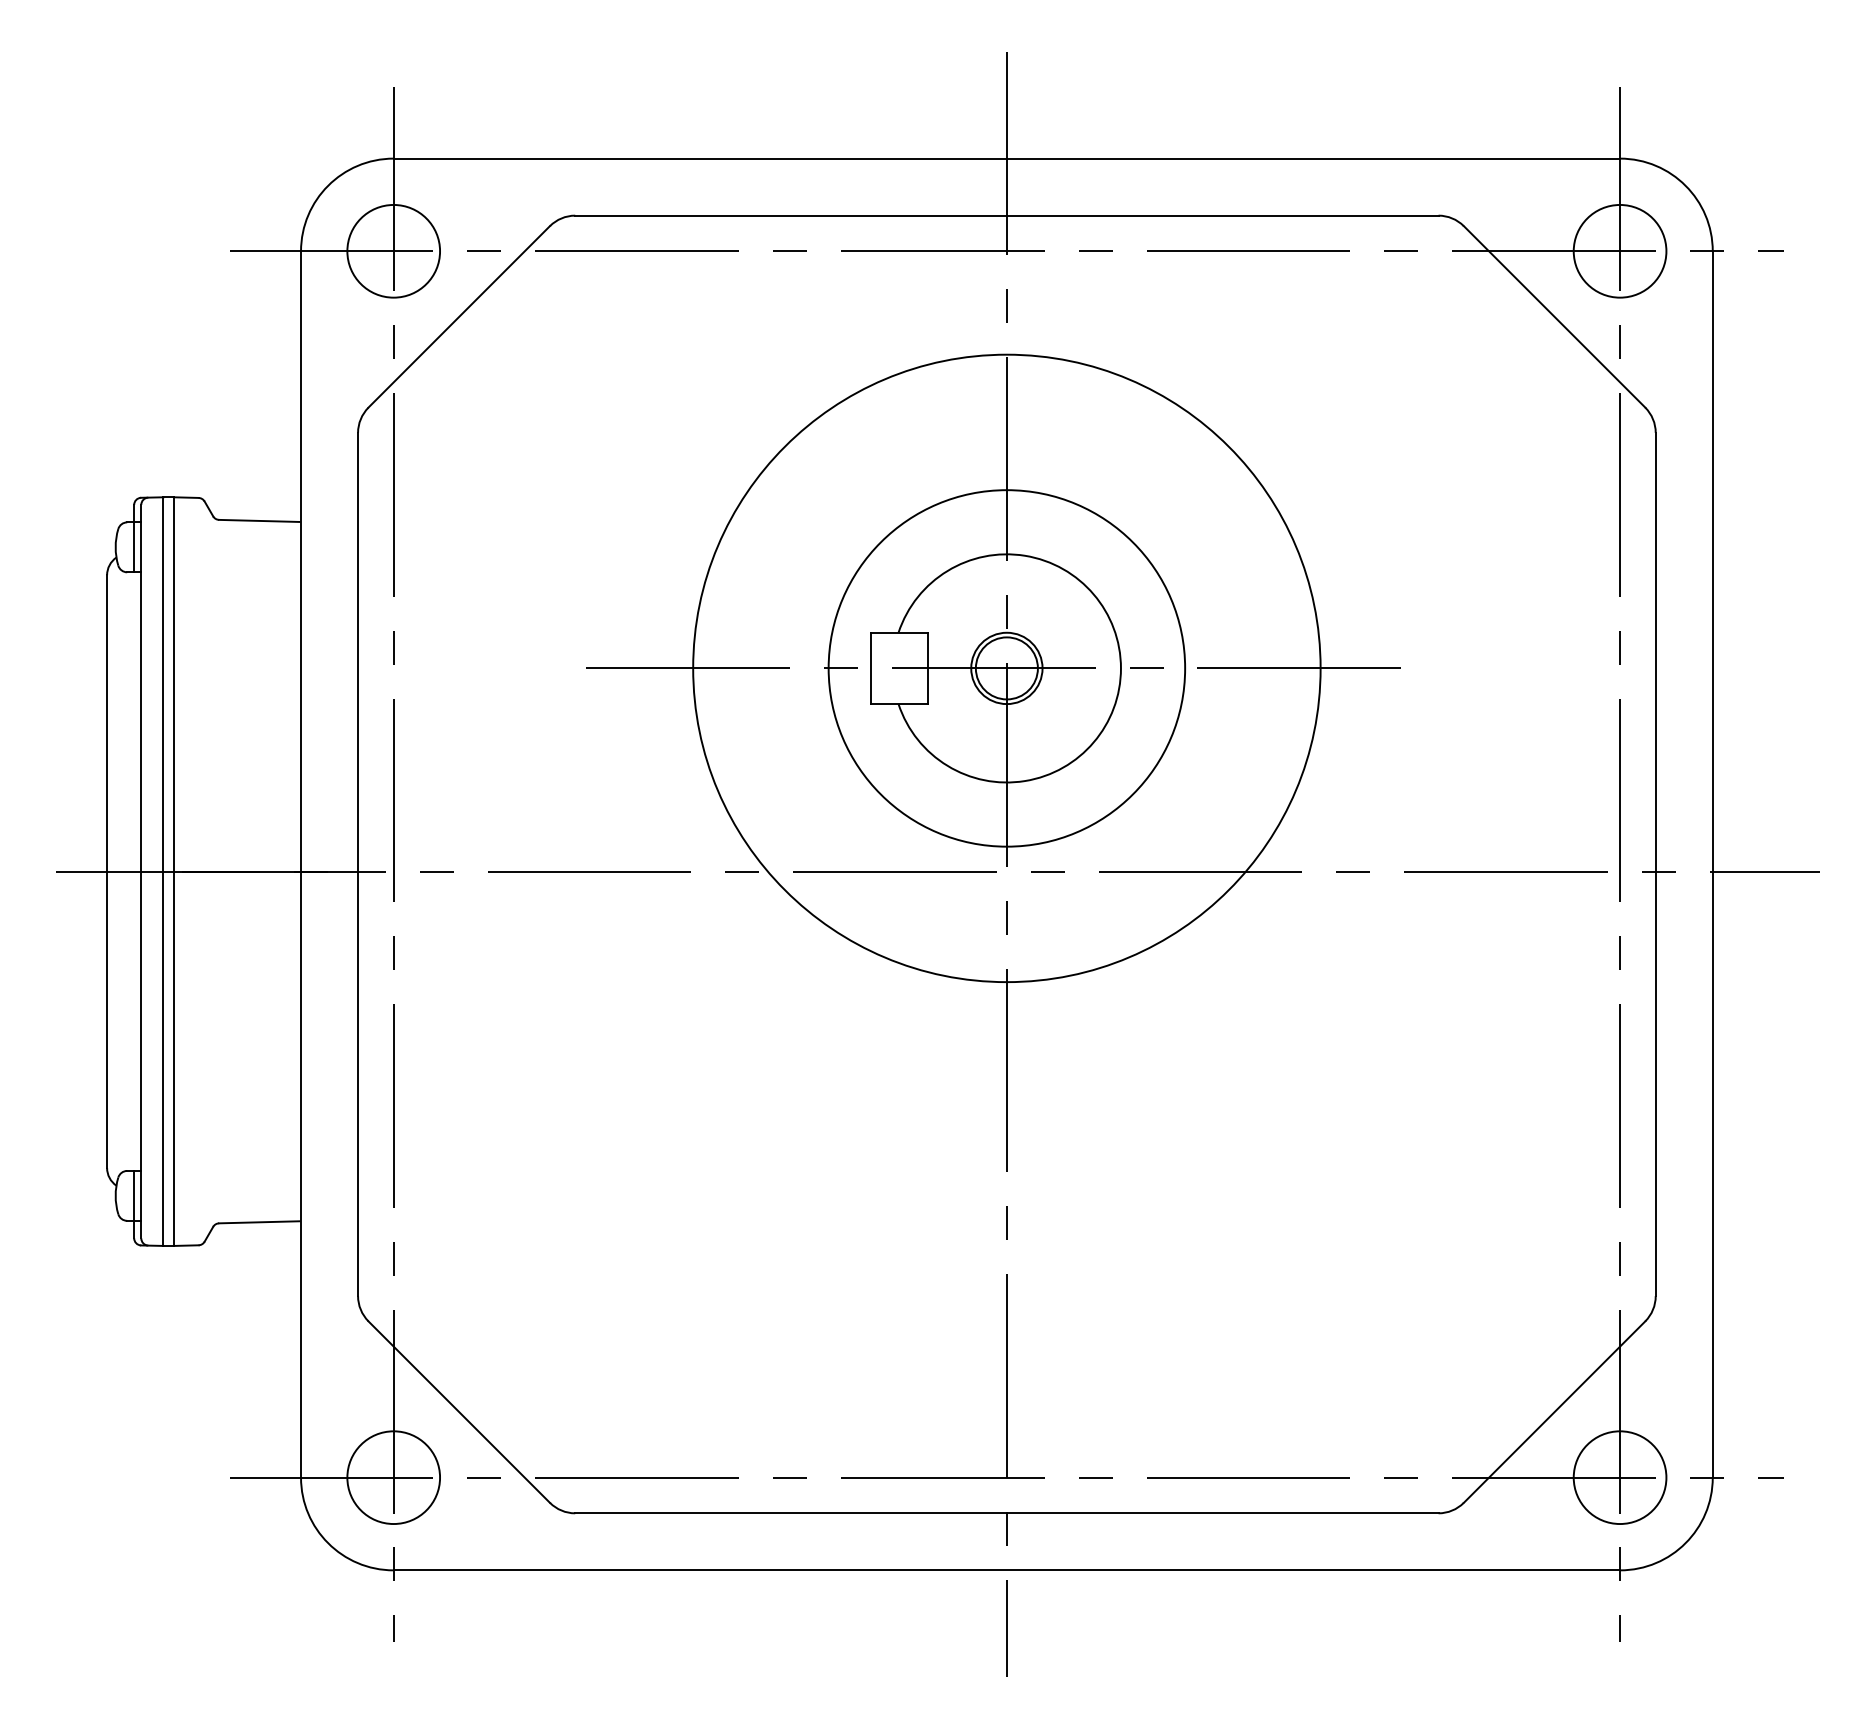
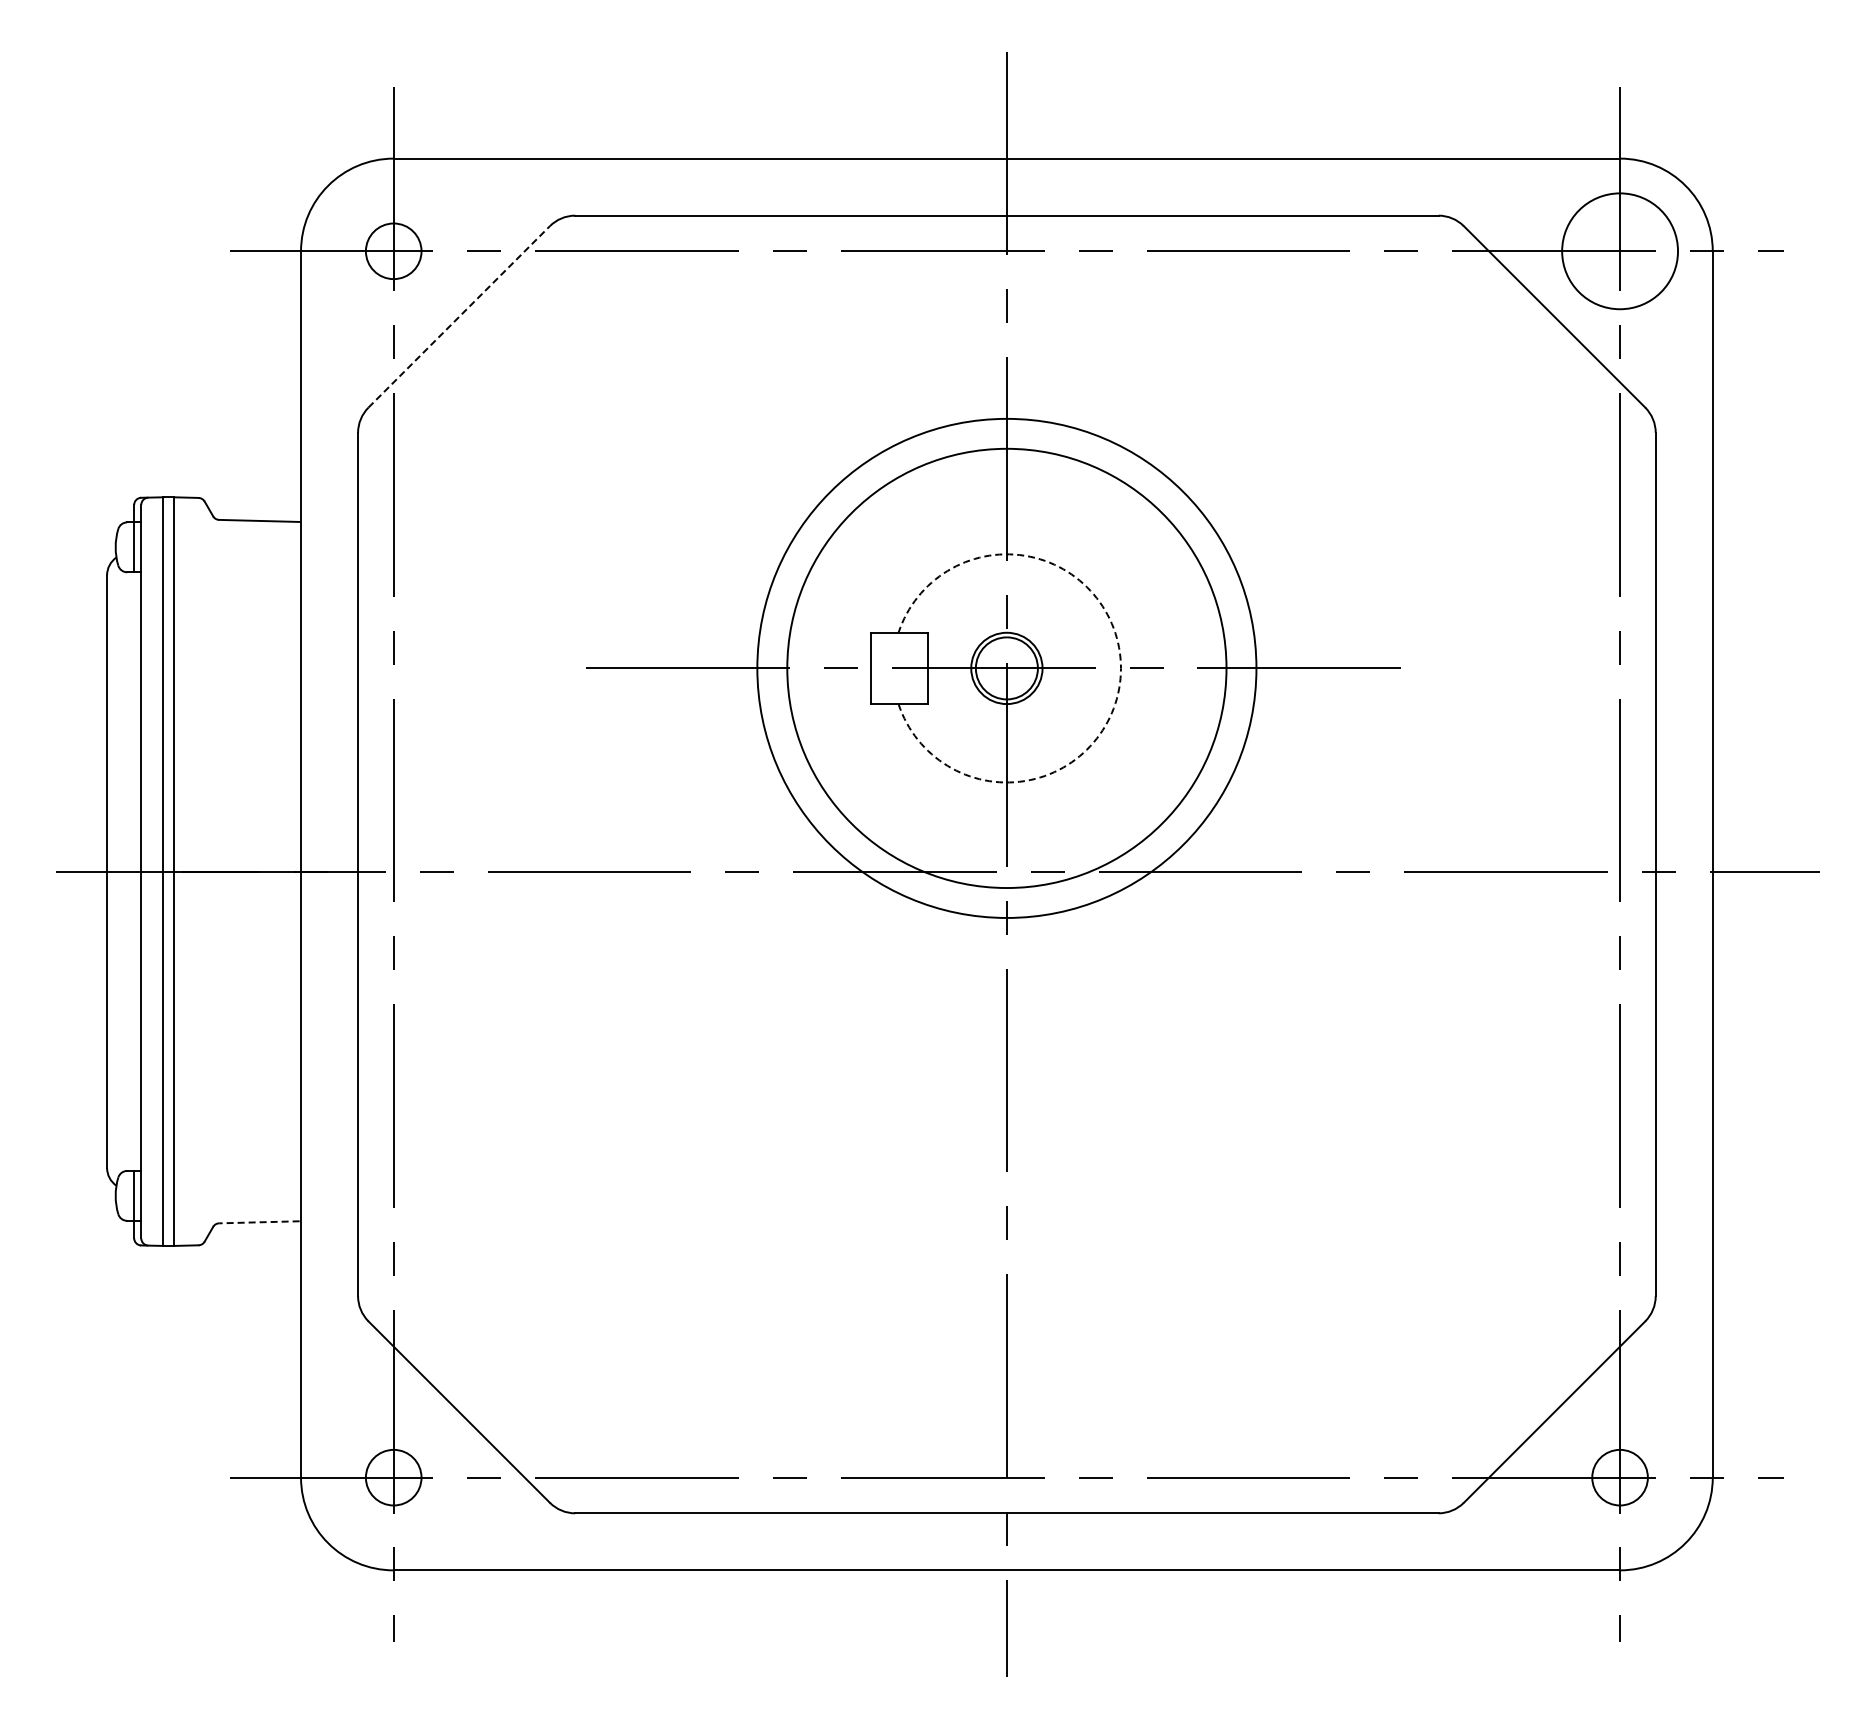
circle at (393, 250) diameter: 93 px -> 56 px
circle at (1619, 250) diameter: 93 px -> 116 px
line at (459, 316): solid -> dashed
circle at (1006, 668) diameter: 356 px -> 499 px
circle at (1006, 668) diameter: 627 px -> 439 px
arc at (1120, 668): solid -> dashed
line at (258, 1222): solid -> dashed
circle at (393, 1477) diameter: 93 px -> 56 px
circle at (1619, 1477) diameter: 93 px -> 56 px
